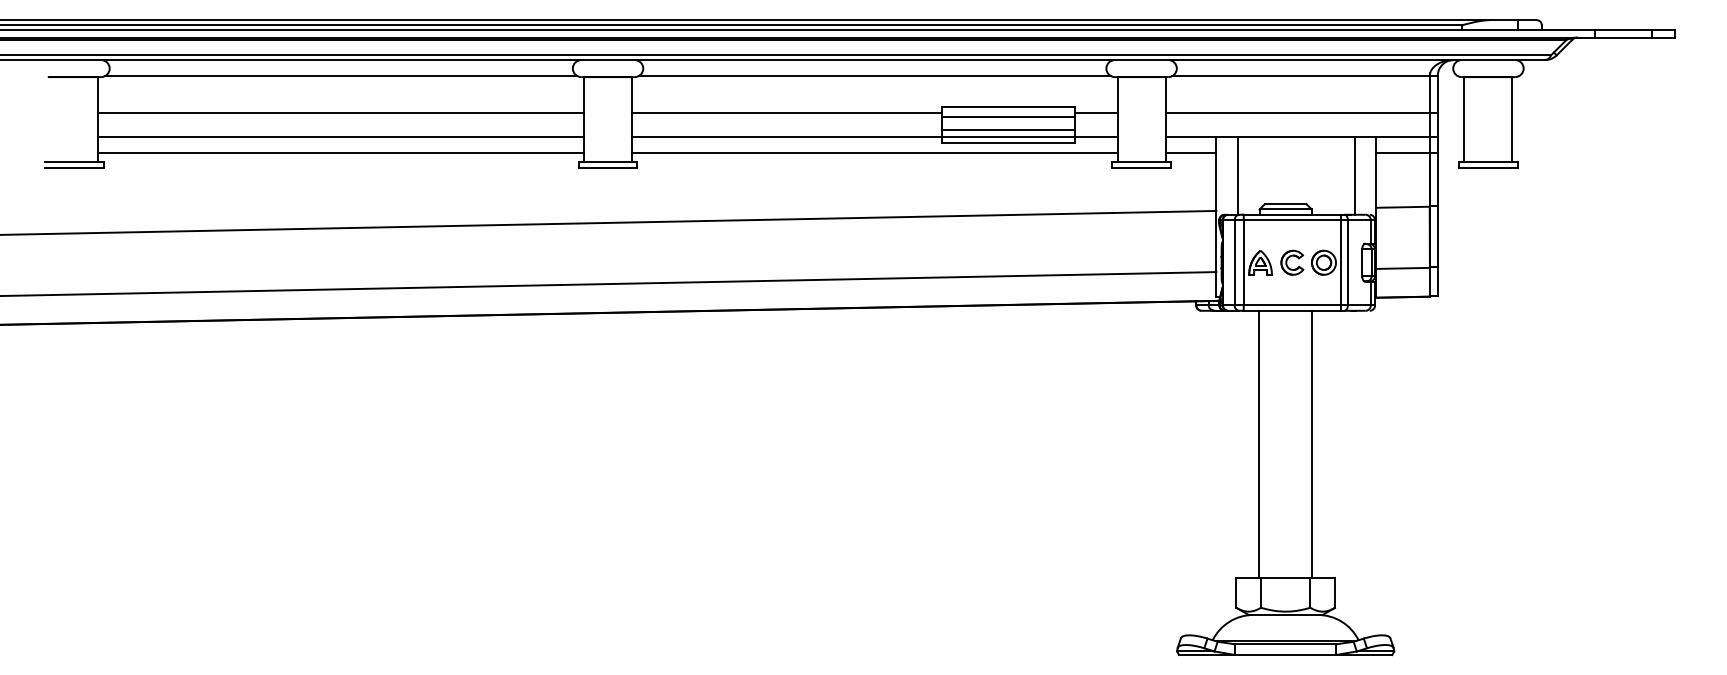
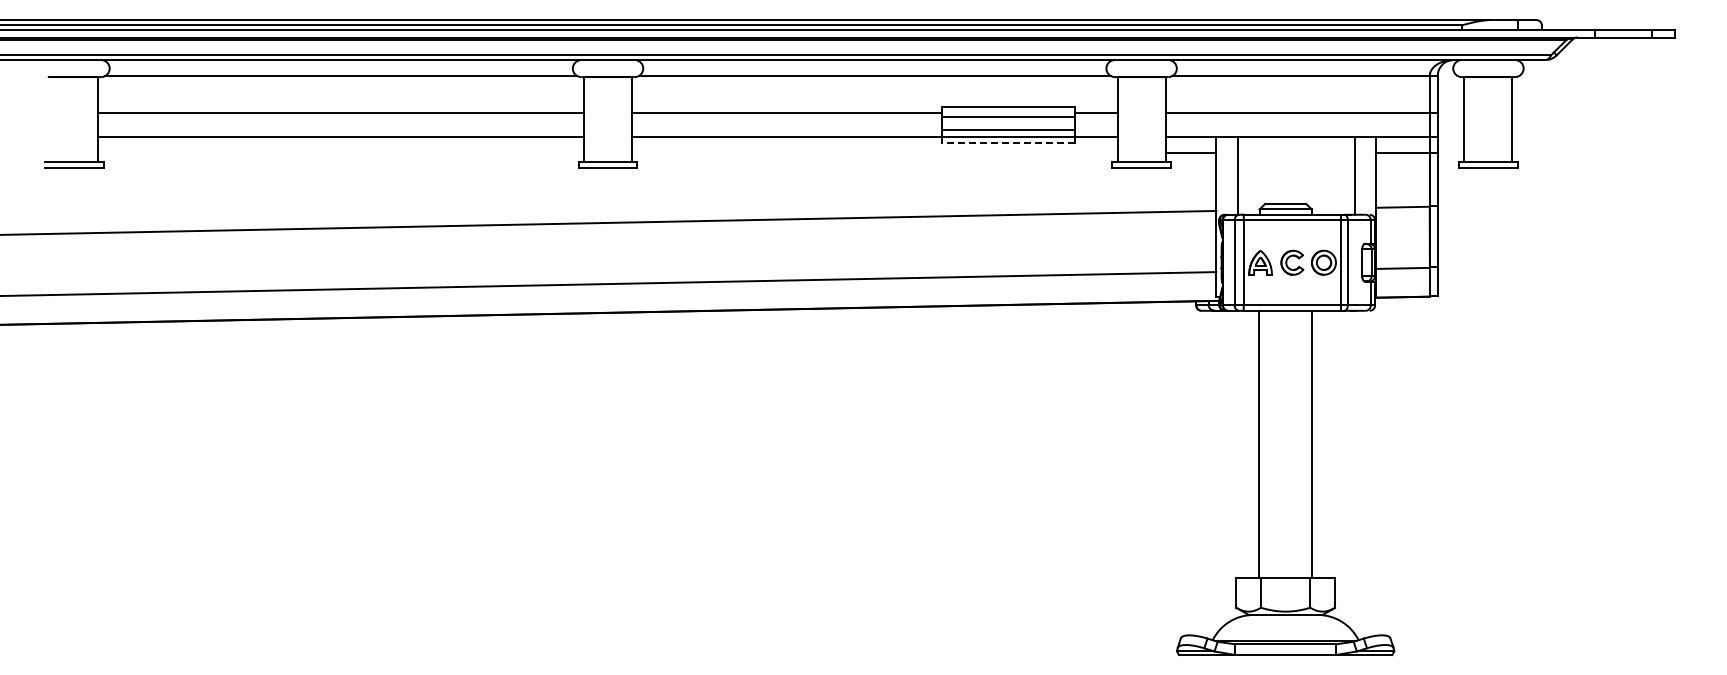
line at (1008, 142): solid -> dashed
line at (341, 153): present -> none
line at (874, 153): present -> none
